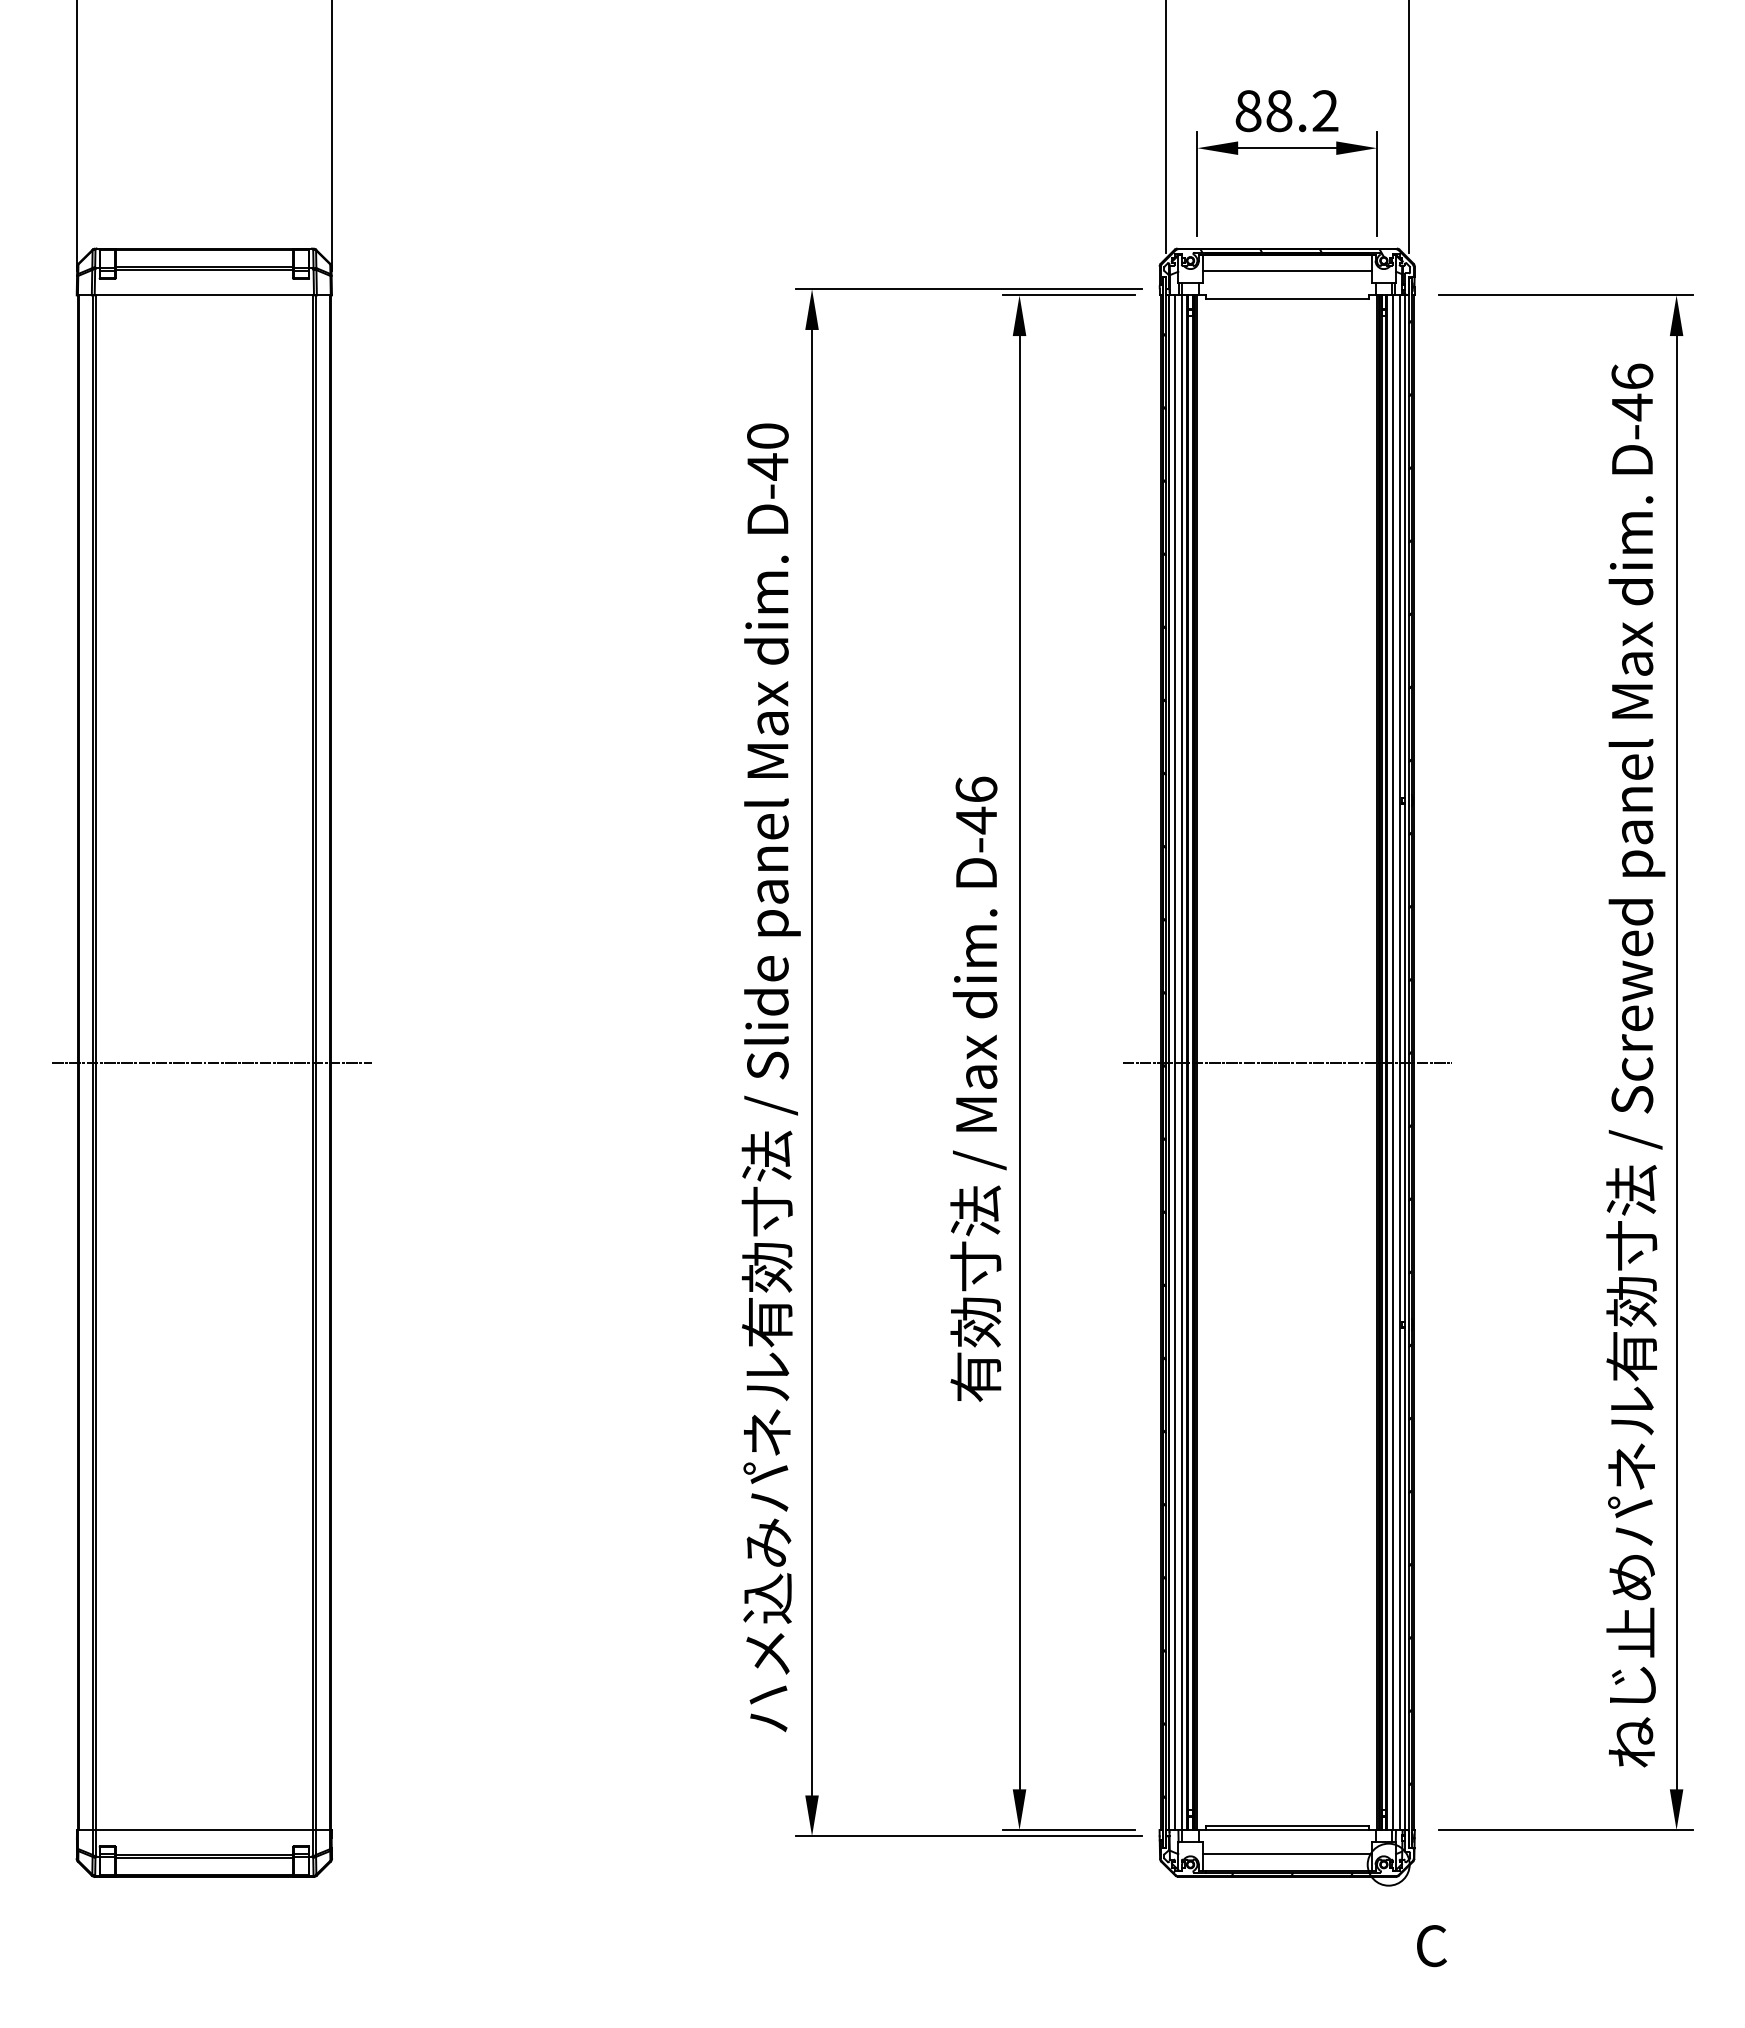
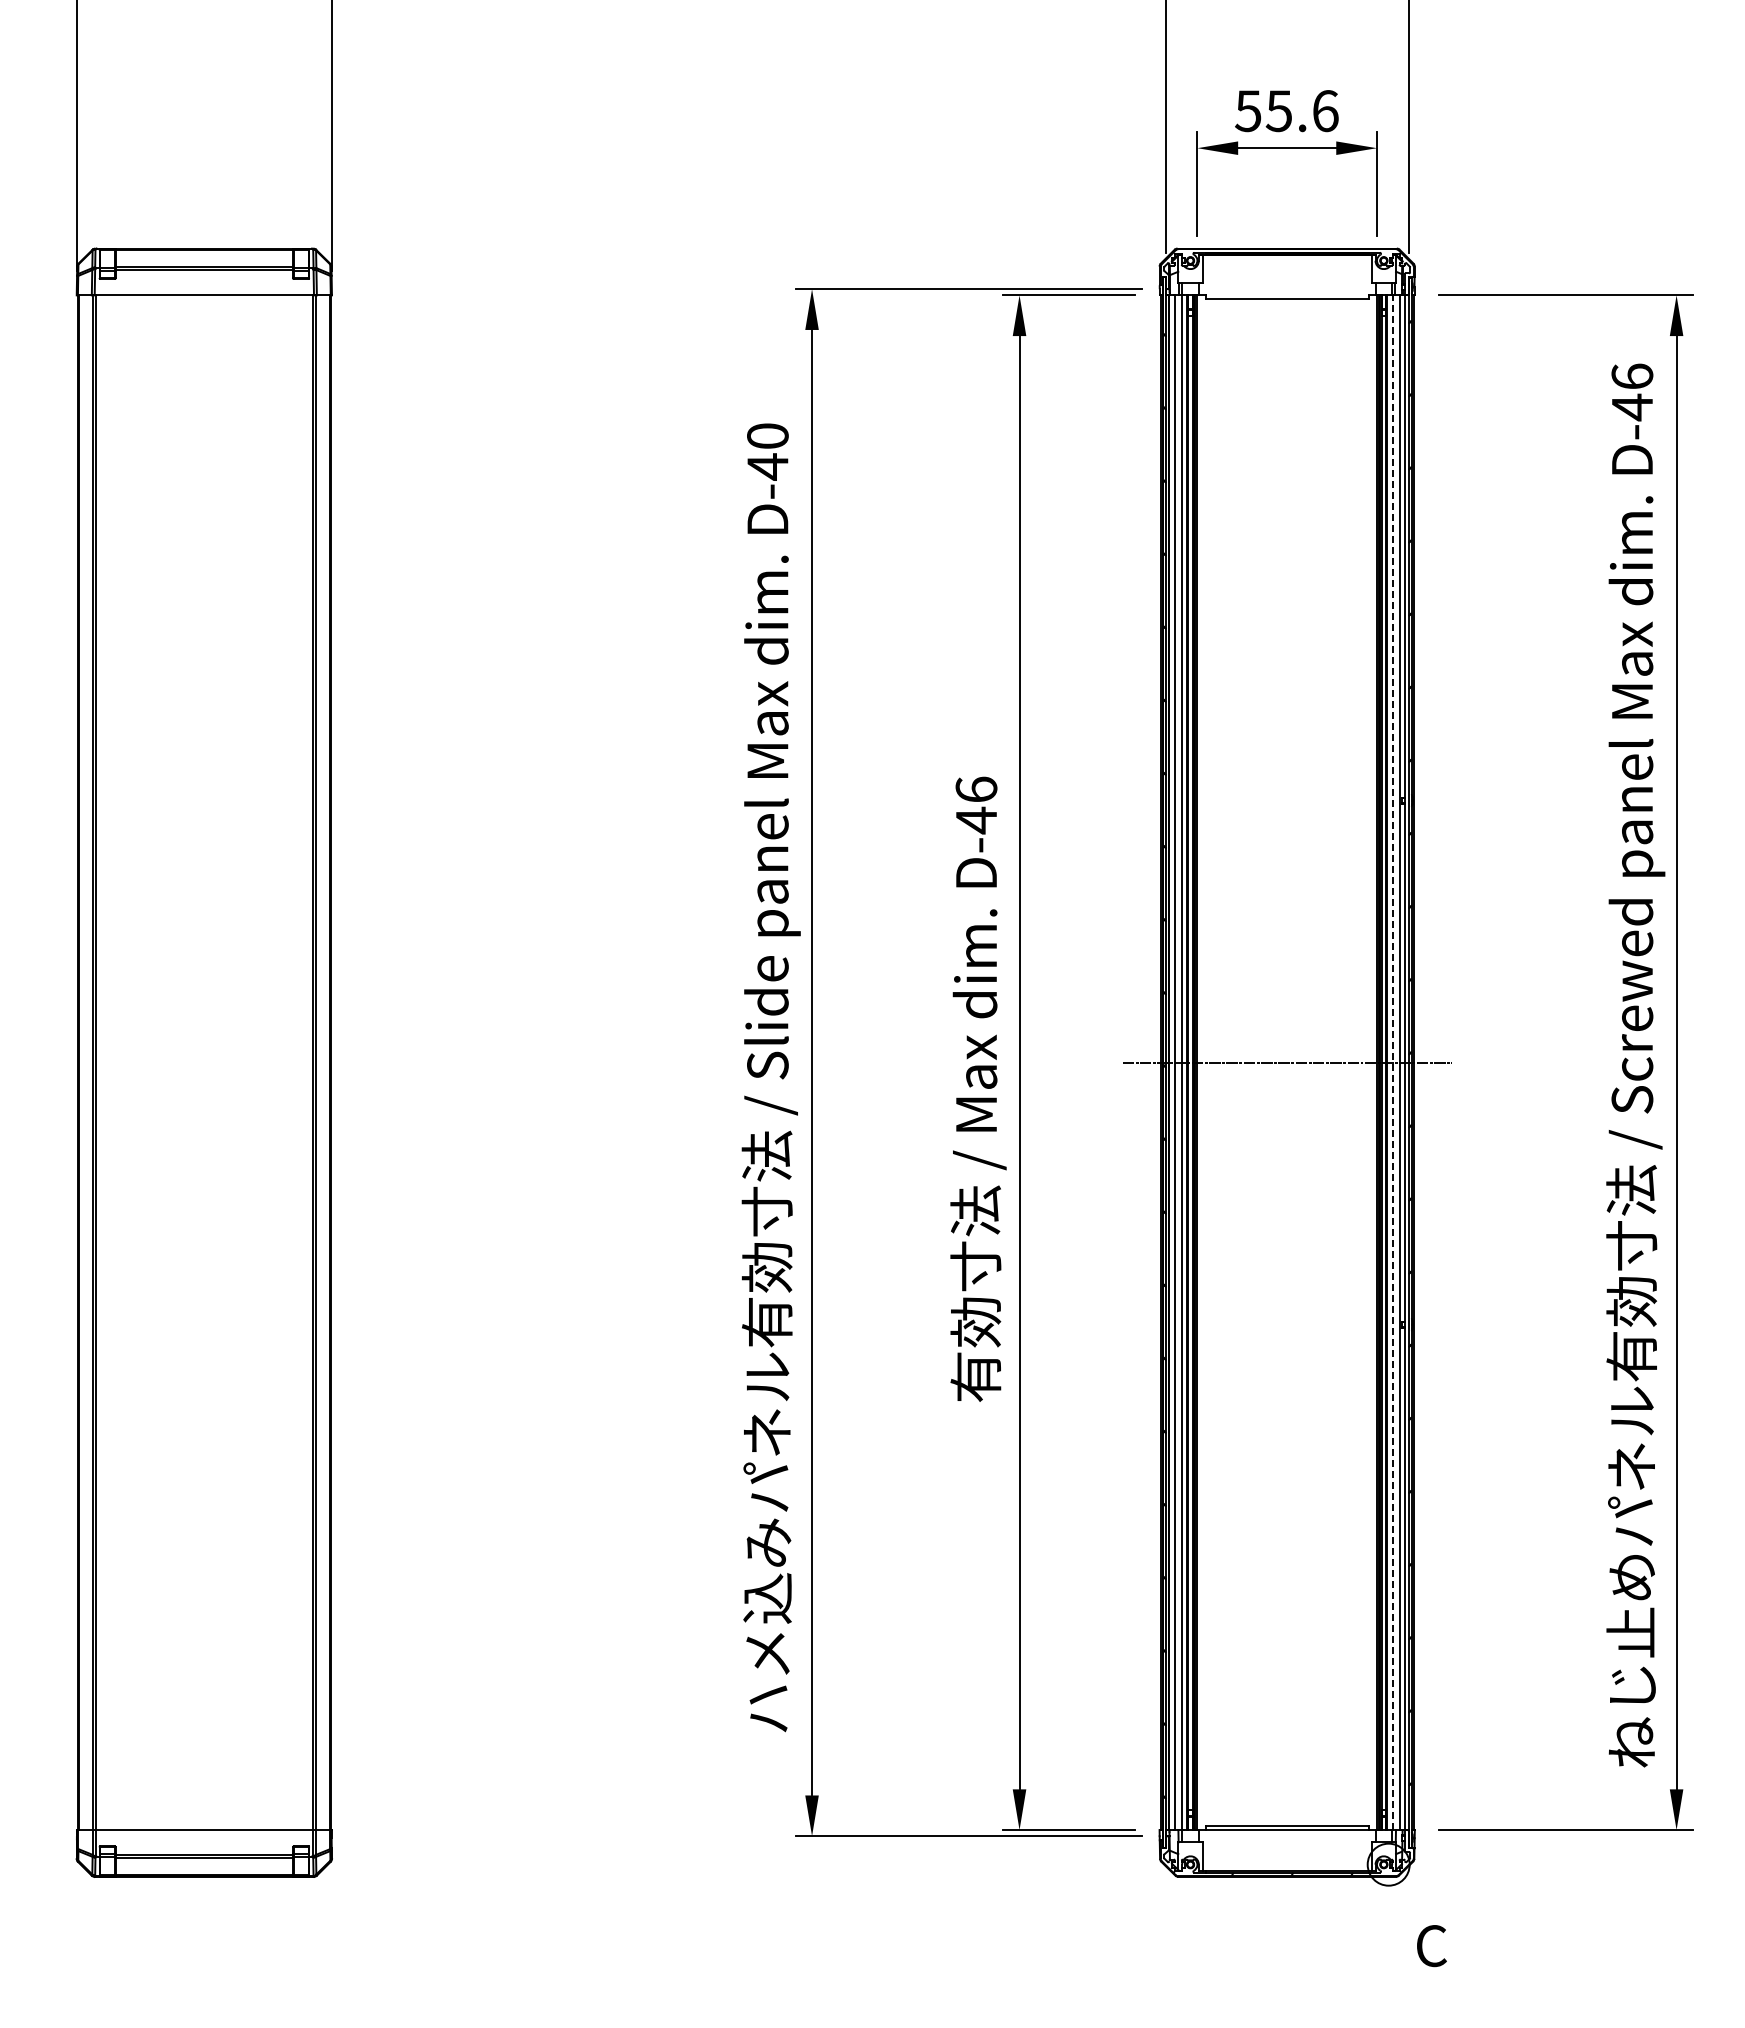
text at (1286, 111): 88.2 -> 55.6
line at (1286, 271): present -> none
hatch at (1283, 272): present -> none
line at (211, 1062): present -> none
line at (1392, 1062): solid -> dashed
line at (1286, 1854): present -> none
